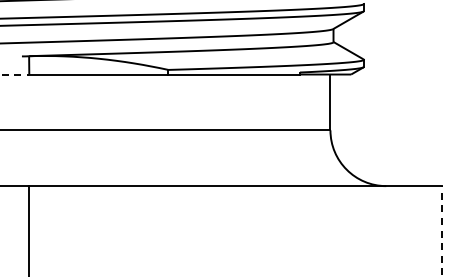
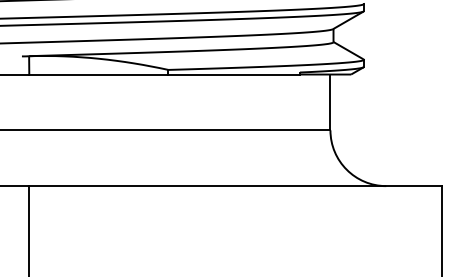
line at (15, 74): dashed -> solid
line at (442, 231): dashed -> solid
